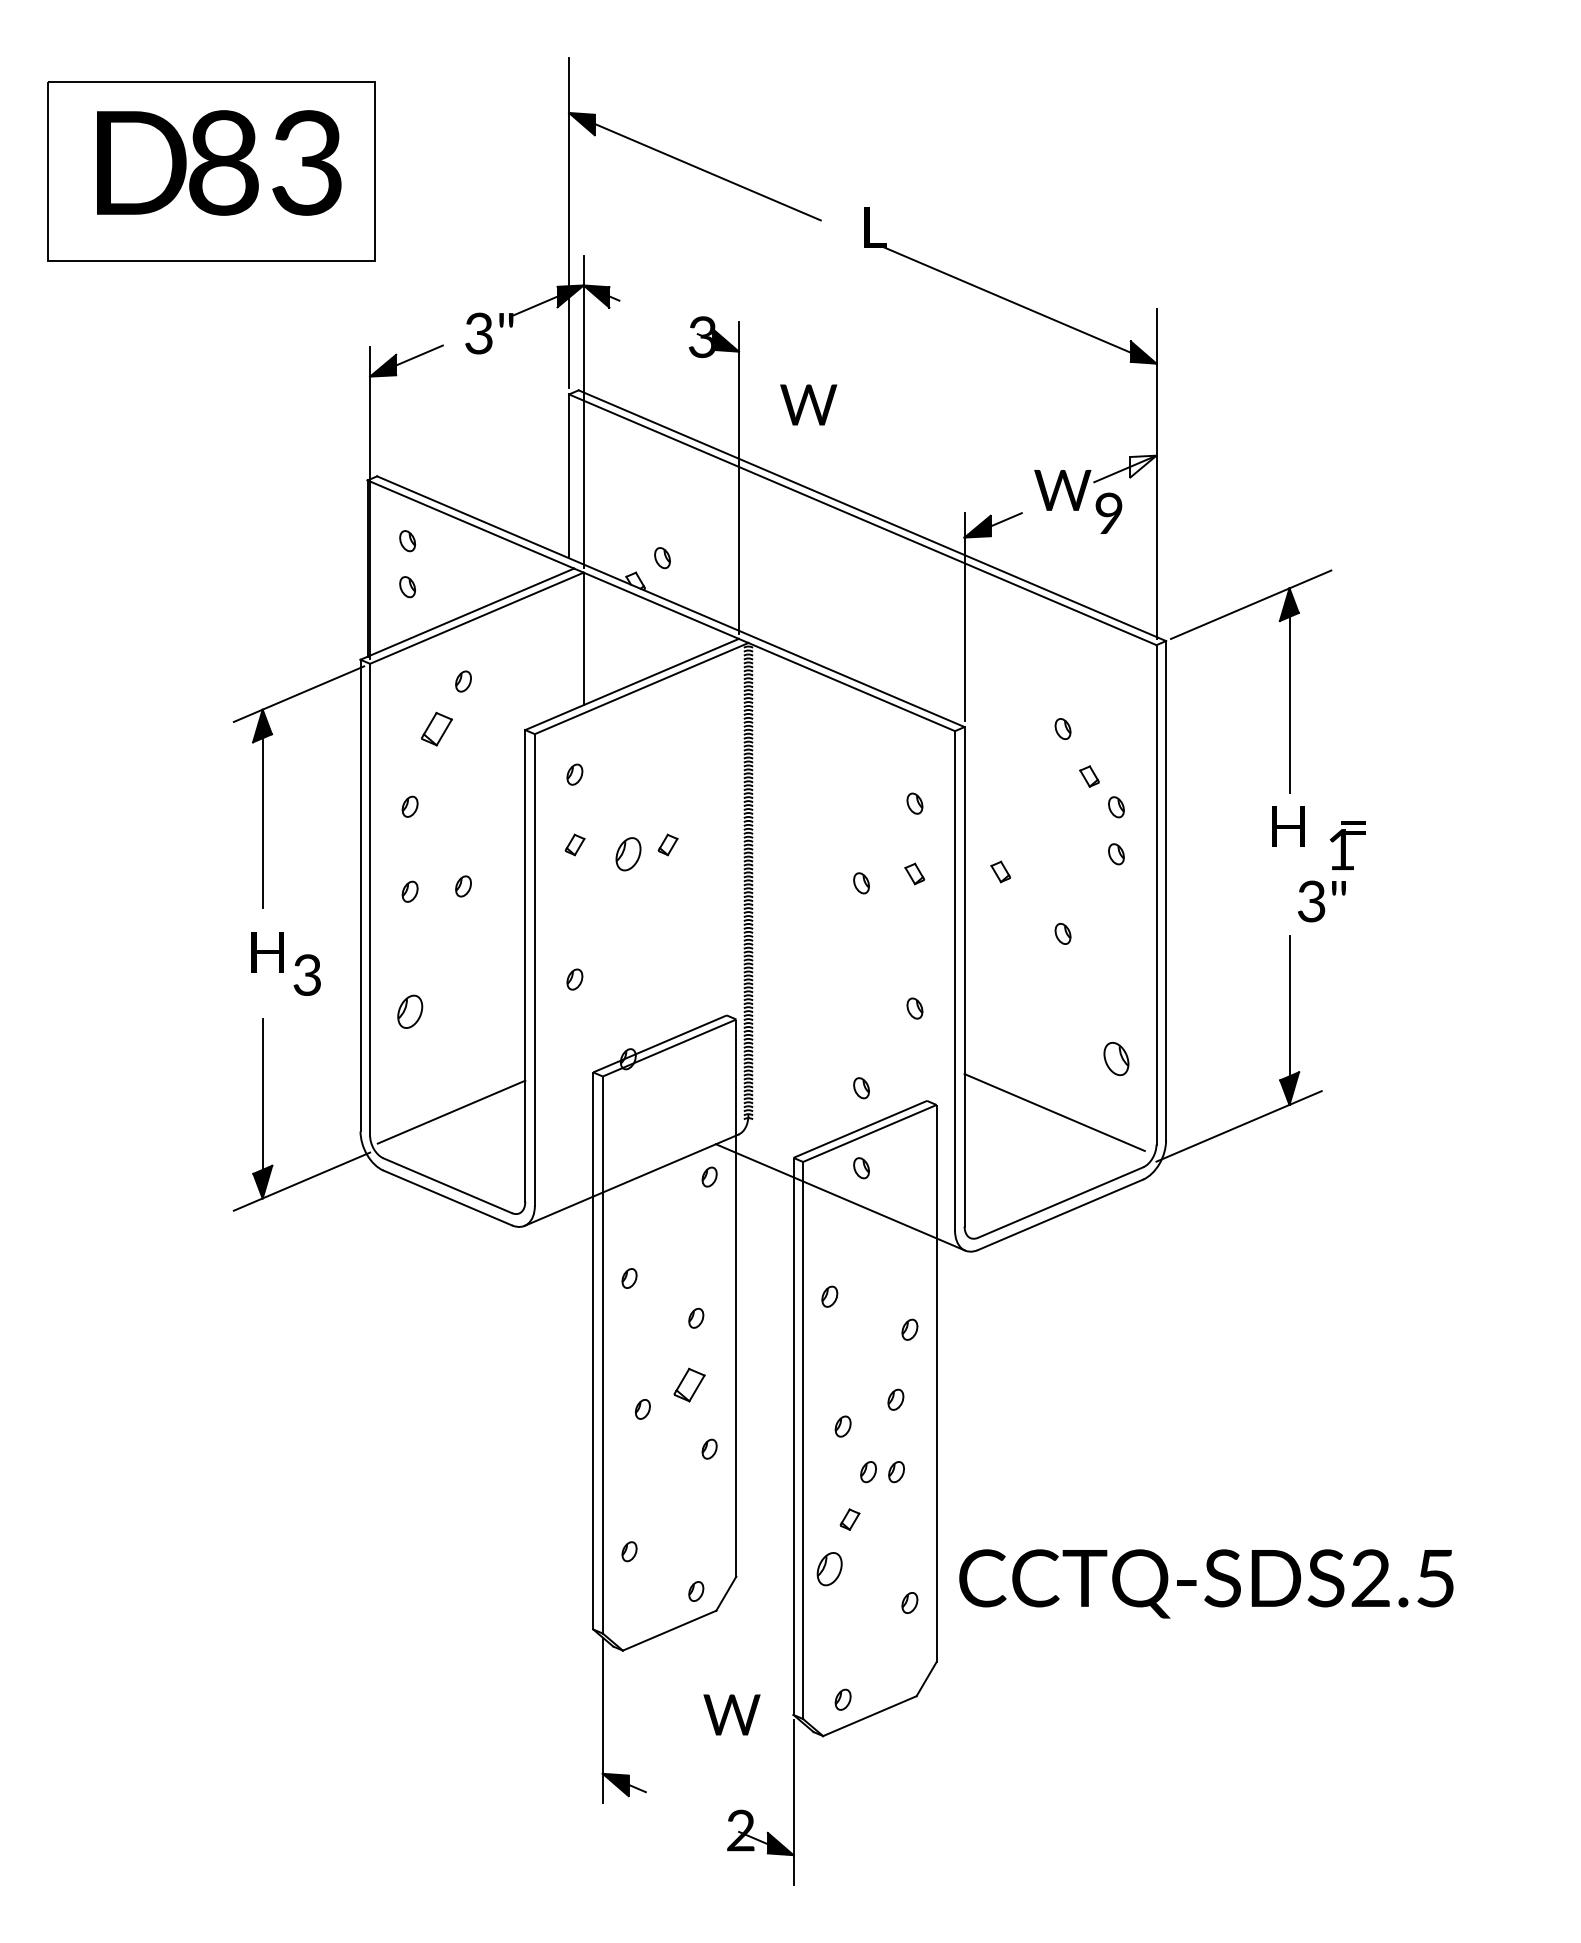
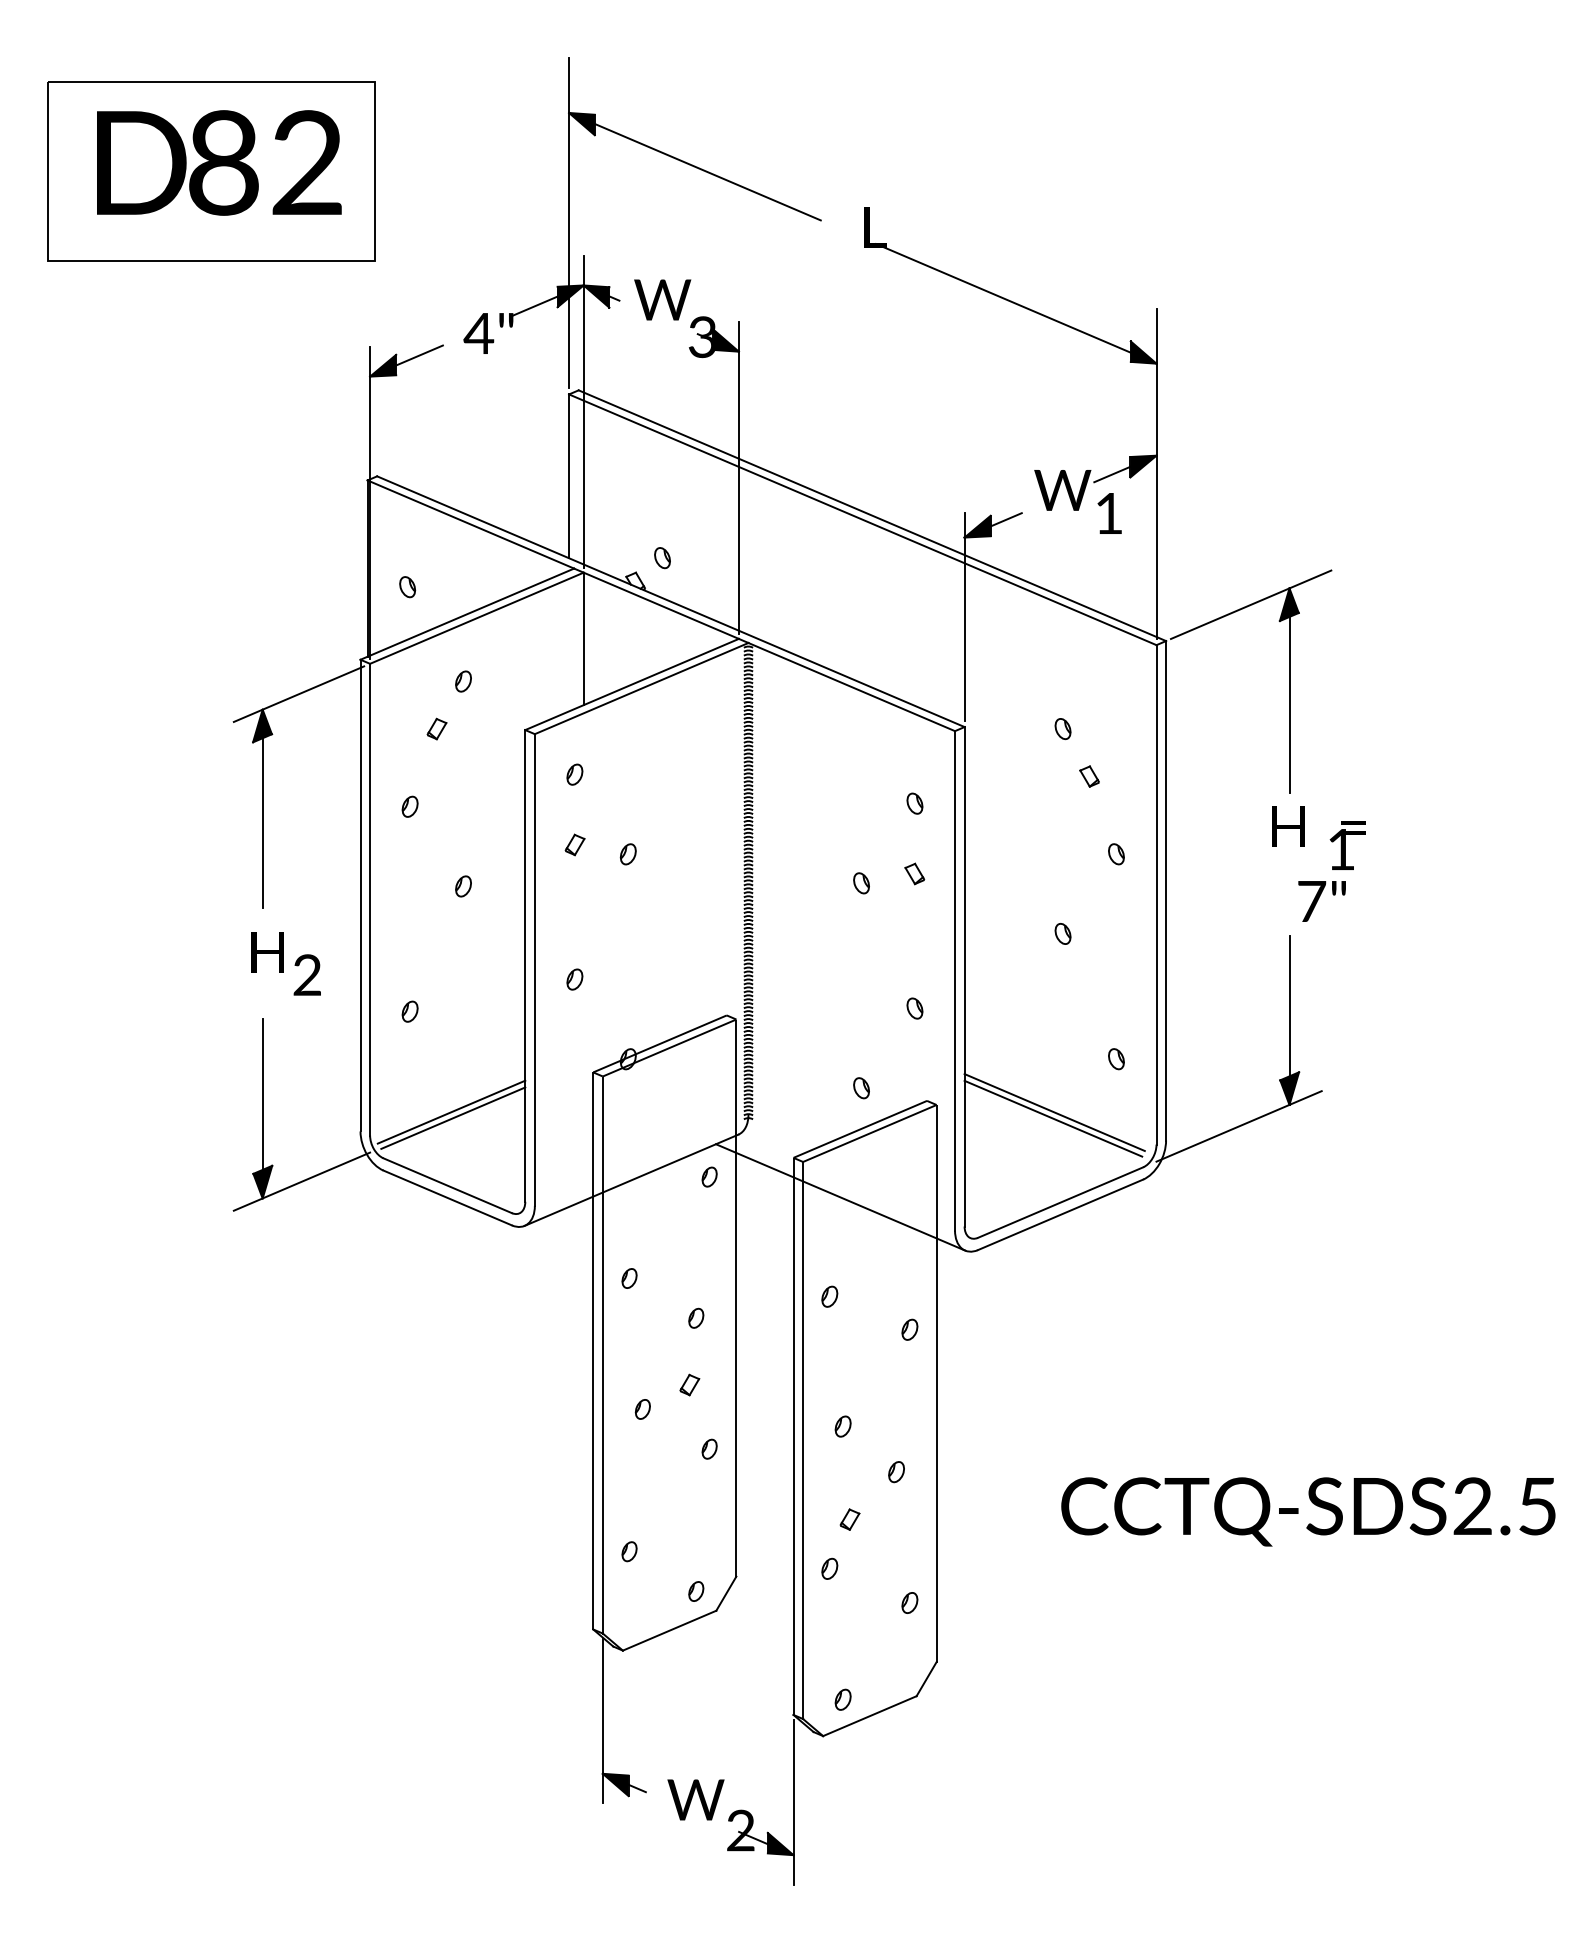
text at (306, 162): 83 -> 82
text at (478, 333): 3" -> 4"
text at (808, 404) position: (808, 404) -> (662, 299)
fill at (1143, 466): none -> present
text at (1108, 512): 9 -> 1
part at (407, 541): present -> none
part at (436, 728) size: 33x36 px -> 22x24 px
part at (1116, 807): present -> none
part at (667, 844): present -> none
part at (628, 854) size: 27x35 px -> 18x23 px
part at (1000, 871): present -> none
part at (409, 891): present -> none
text at (1312, 901): 3" -> 7"
text at (306, 975): 3 -> 2
part at (410, 1011) size: 27x35 px -> 18x23 px
part at (1116, 1059) size: 27x35 px -> 17x23 px
line at (453, 1117): none -> present
line at (1053, 1118): none -> present
part at (861, 1168): present -> none
part at (689, 1384) size: 33x36 px -> 22x24 px
part at (895, 1399): present -> none
part at (868, 1472): present -> none
part at (829, 1569) size: 27x35 px -> 18x23 px
text at (1206, 1583) position: (1206, 1583) -> (1308, 1511)
text at (731, 1714) position: (731, 1714) -> (695, 1799)
